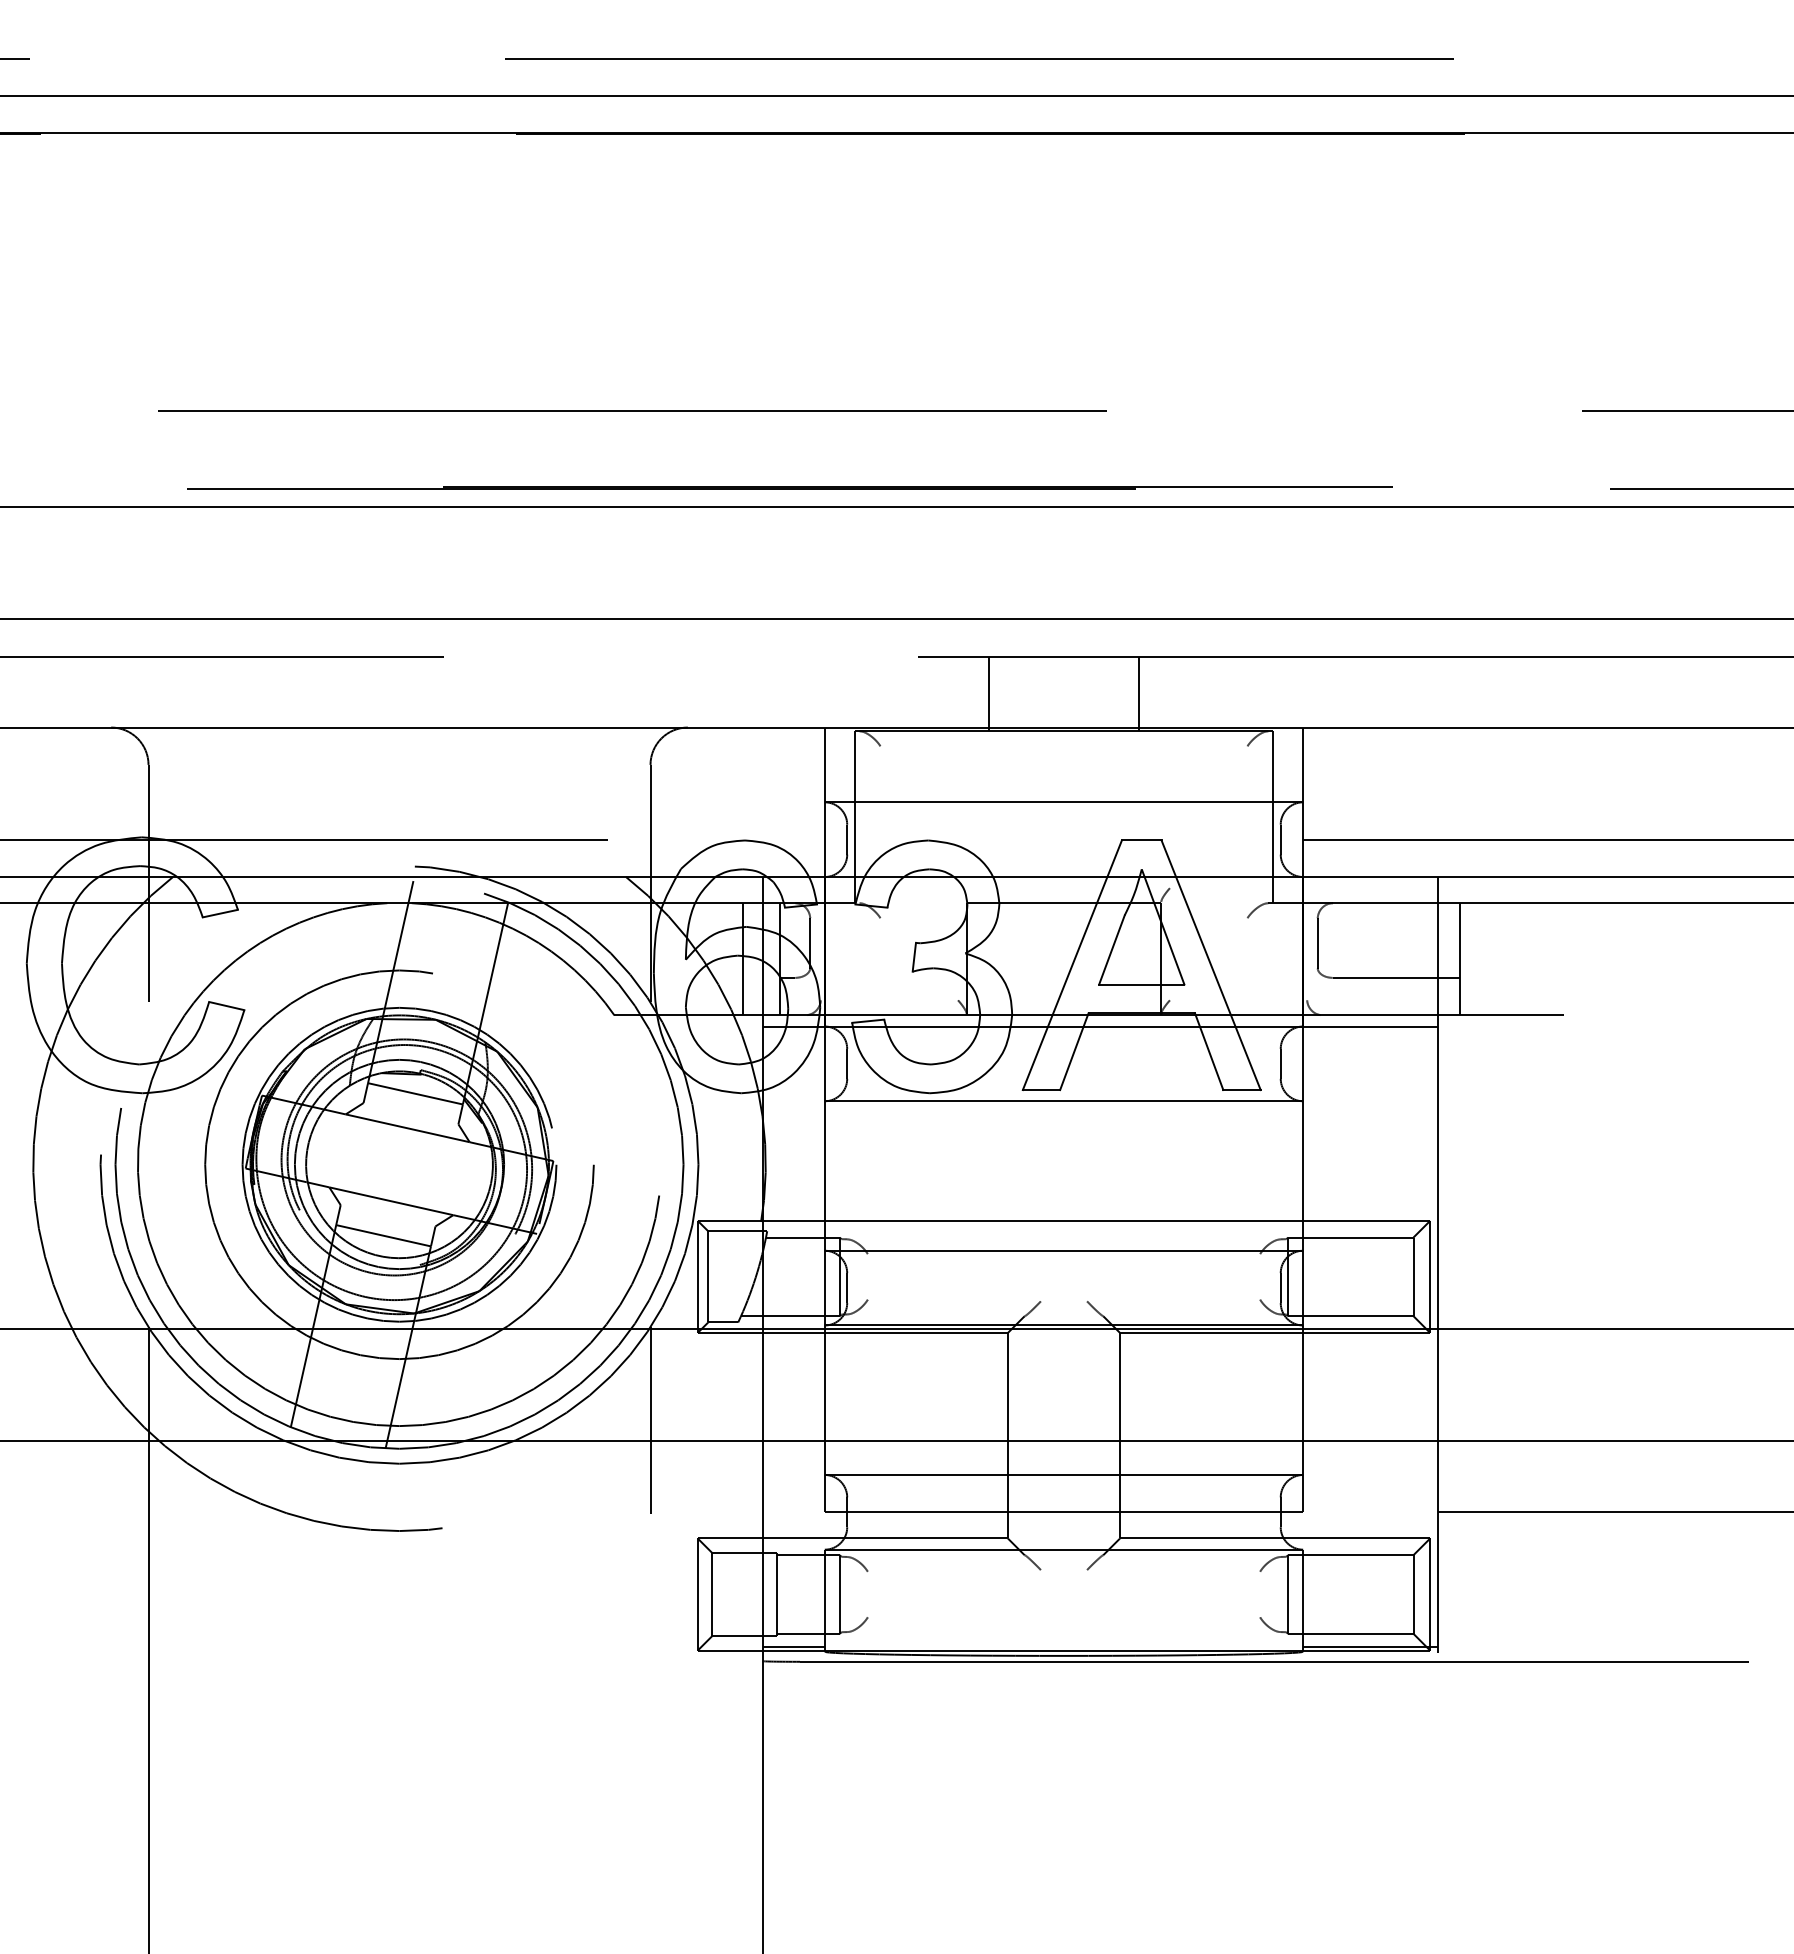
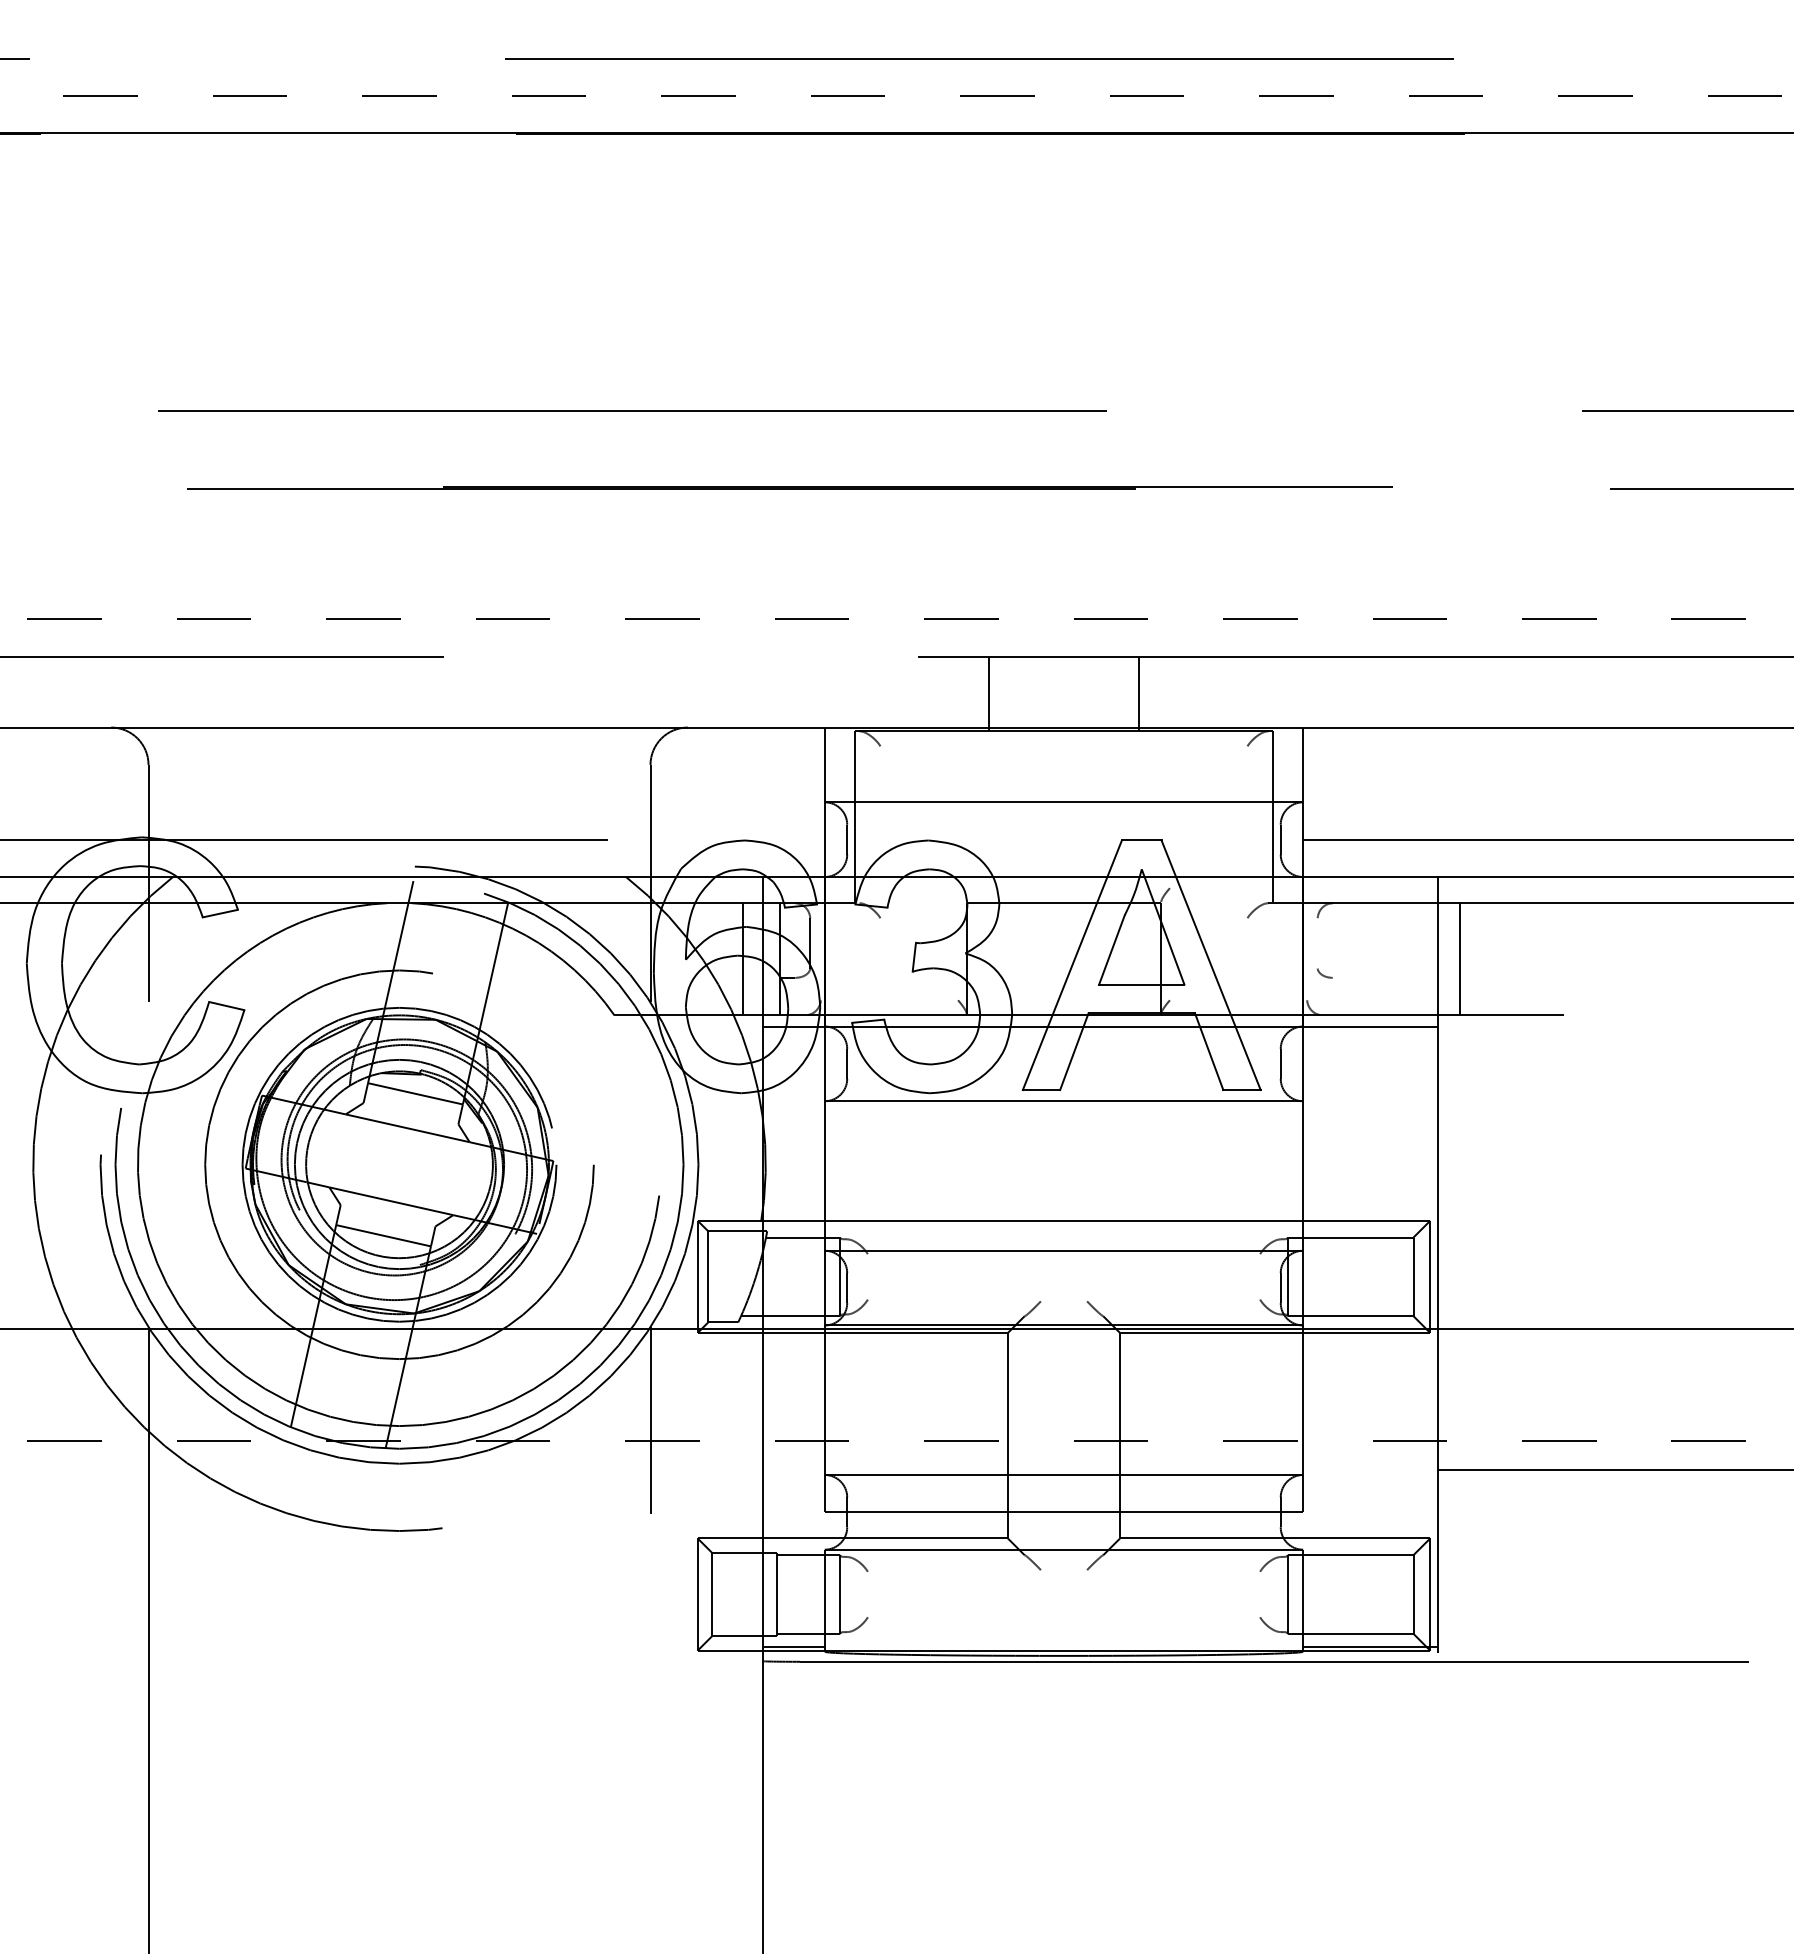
line at (896, 95): solid -> dashed
line at (896, 507): present -> none
line at (896, 619): solid -> dashed
line at (1317, 943): present -> none
line at (1396, 977): present -> none
line at (896, 1441): solid -> dashed
line at (1613, 1512) position: (1613, 1512) -> (1613, 1470)
